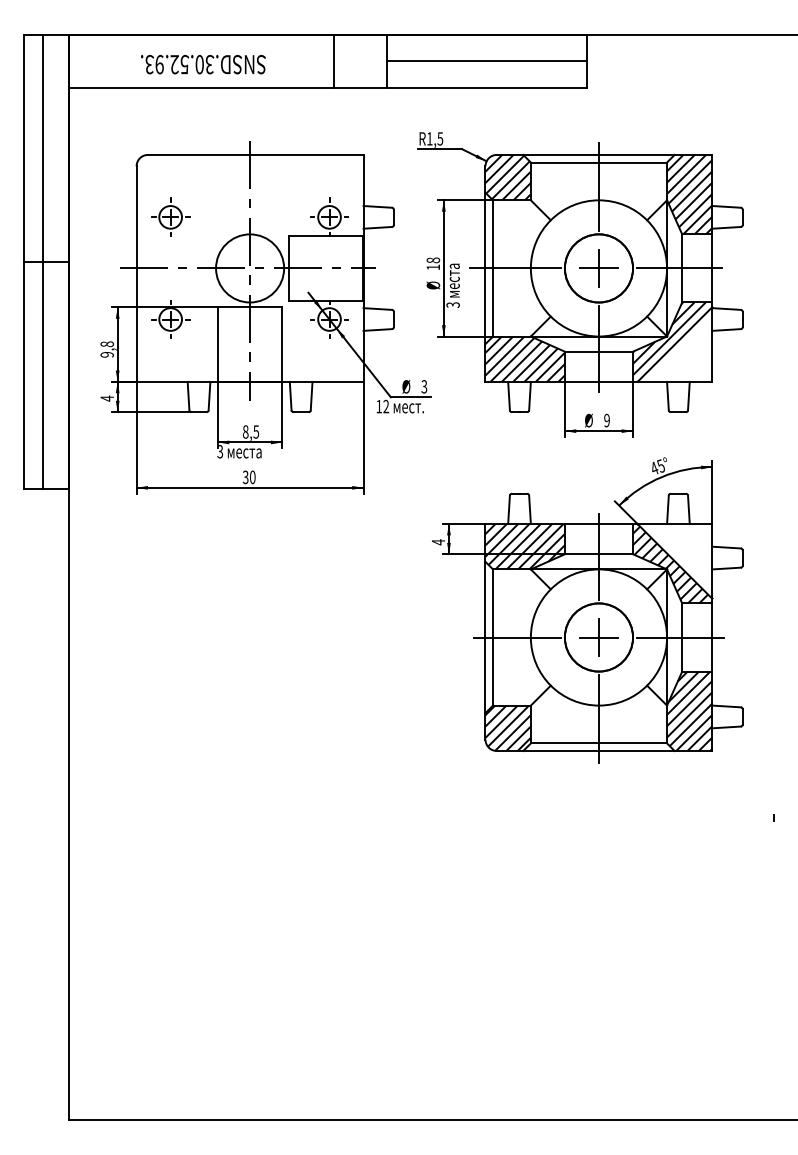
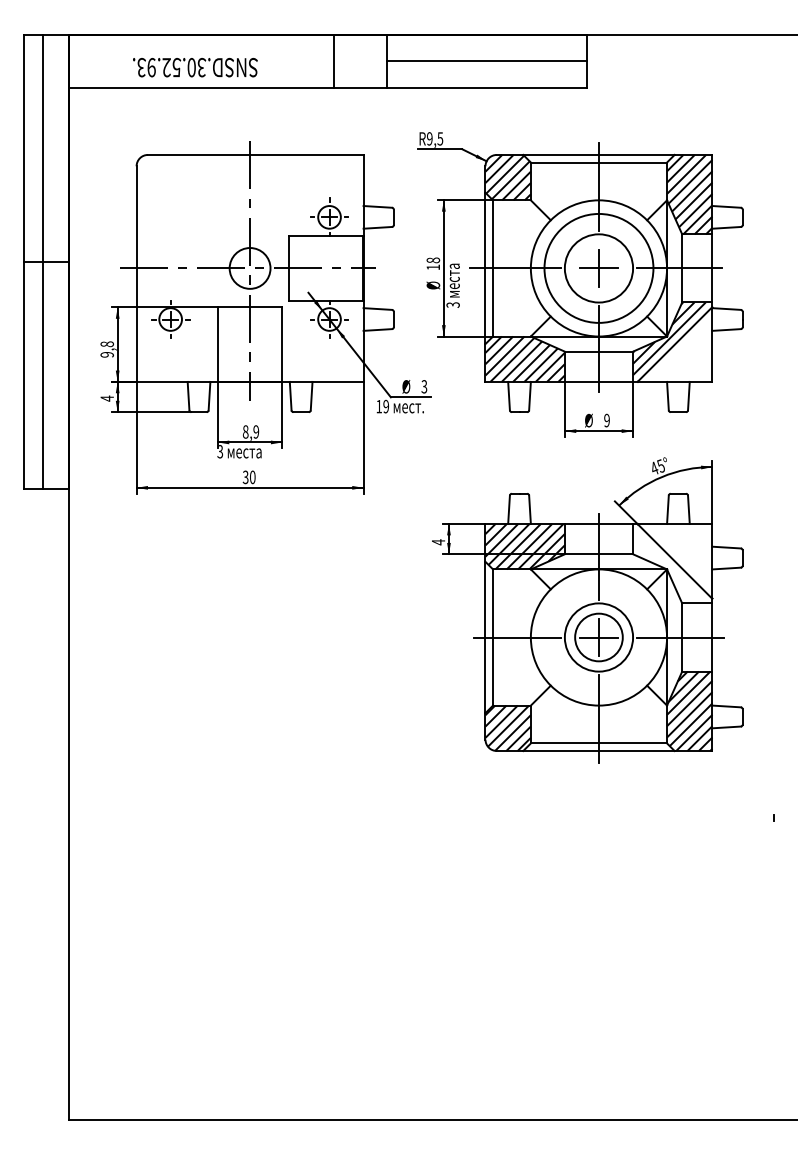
text at (203, 64) position: (203, 64) -> (195, 67)
text at (429, 138): R1,5 -> R9,5
part at (170, 216): present -> none
circle at (250, 268) diameter: 68 px -> 41 px
circle at (598, 268) diameter: 68 px -> 109 px
text at (386, 406): 12 -> 19
text at (256, 431): 8,5 -> 8,9
hatch at (672, 564): present -> none
circle at (598, 637) diameter: 68 px -> 48 px
